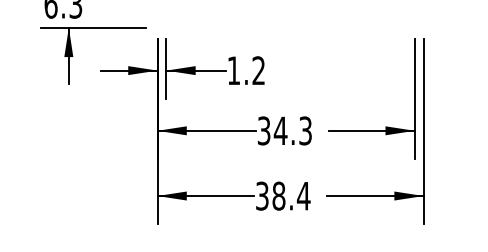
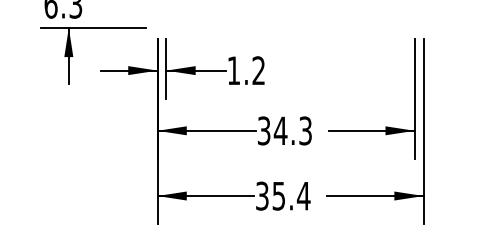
text at (278, 195): 38.4 -> 35.4
